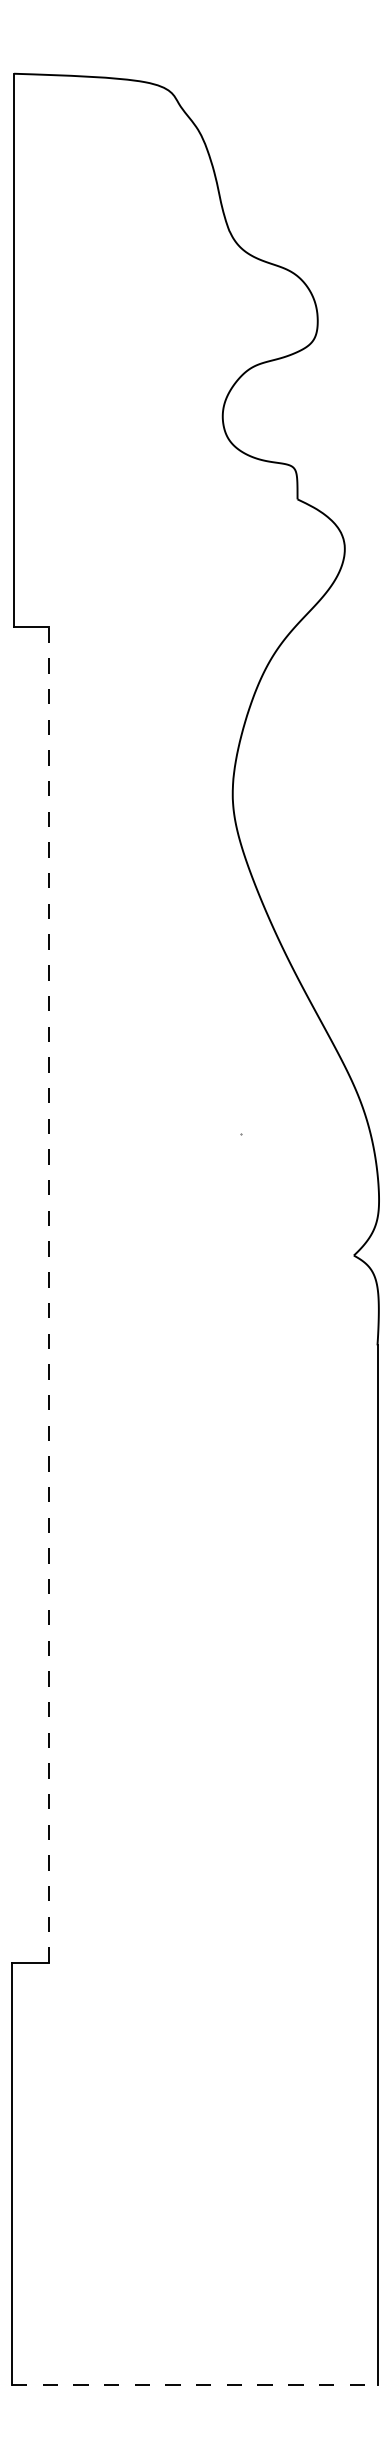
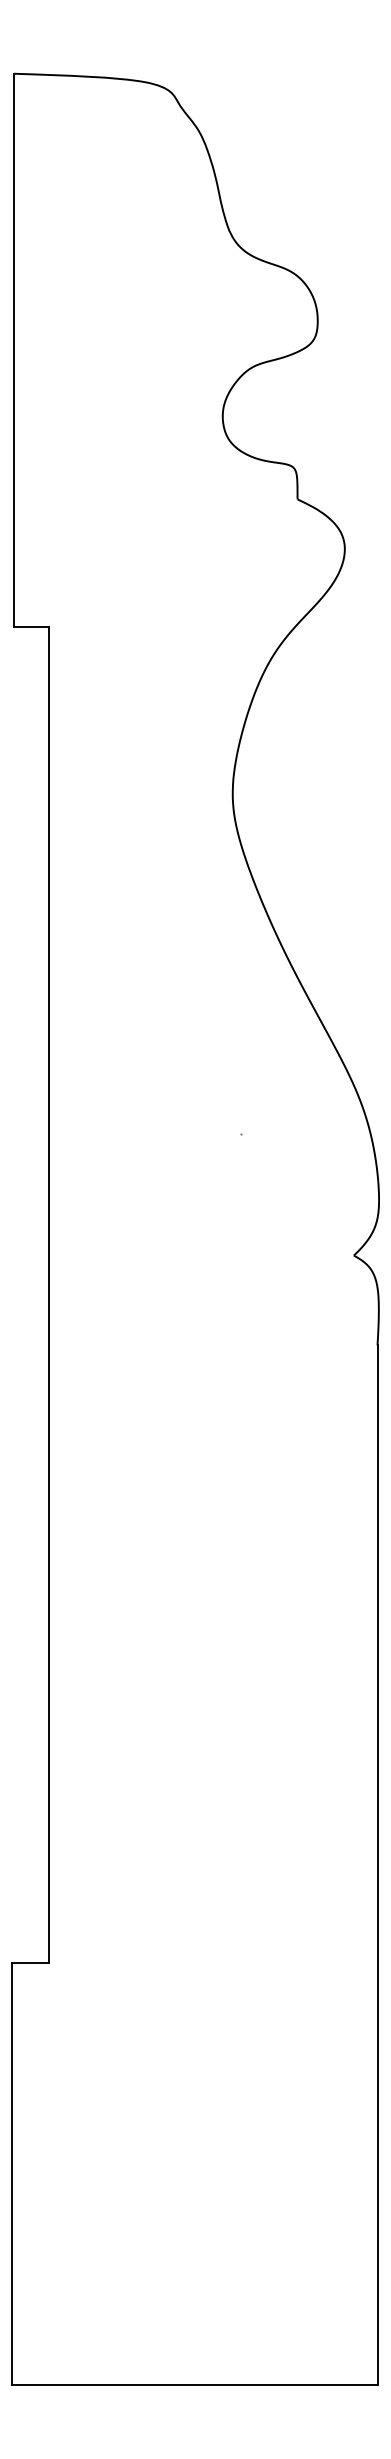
line at (49, 1294): dashed -> solid
line at (194, 2385): dashed -> solid
